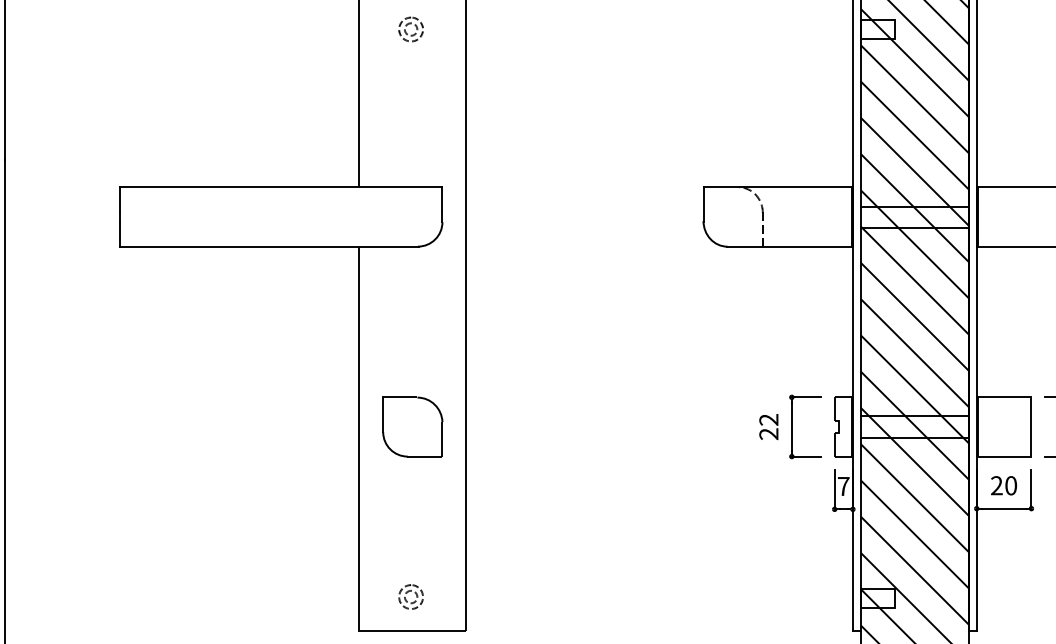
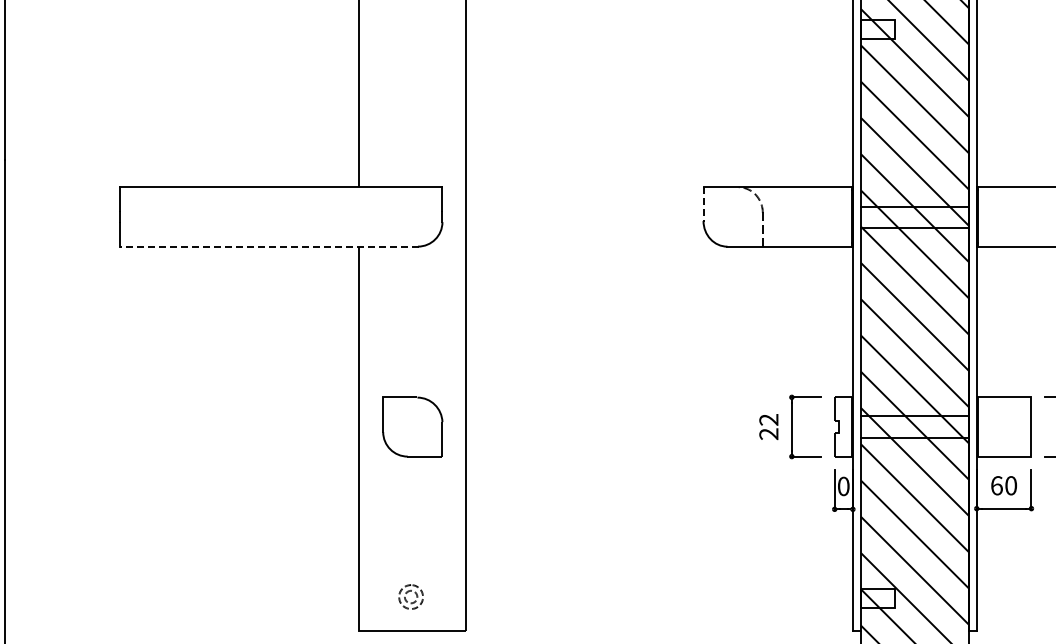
part at (410, 29): present -> none
line at (703, 204): solid -> dashed
line at (268, 246): solid -> dashed
text at (996, 485): 20 -> 60
text at (843, 486): 7 -> 0
